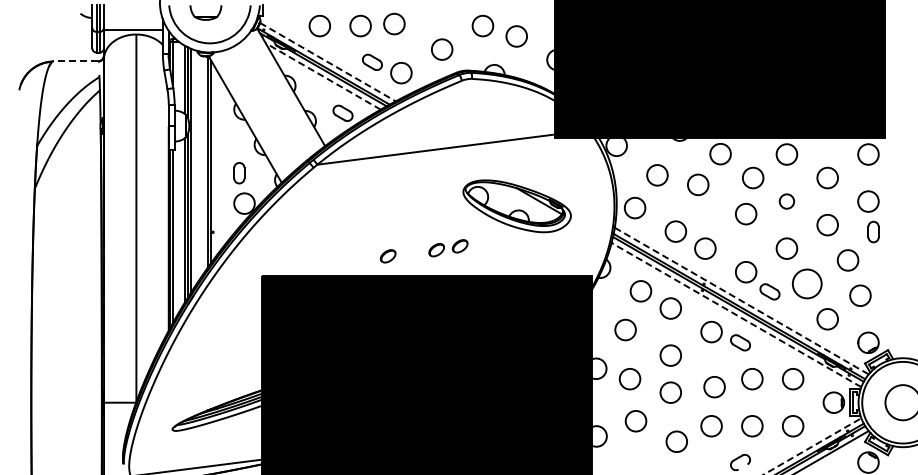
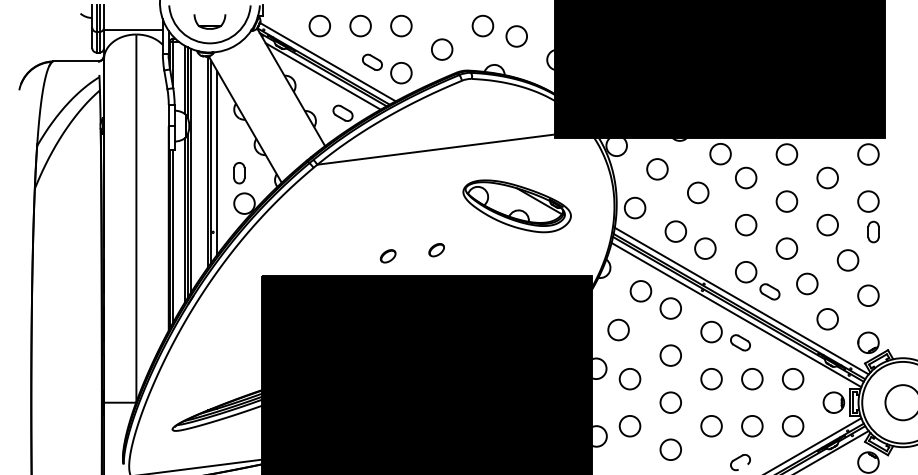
part at (205, 12) position: (205, 12) -> (209, 21)
circle at (394, 23) position: (394, 23) -> (401, 25)
line at (75, 61): dashed -> solid
line at (328, 62): dashed -> solid
line at (322, 76): dashed -> solid
line at (217, 162): none -> present
circle at (657, 175) position: (657, 175) -> (657, 169)
circle at (753, 177) position: (753, 177) -> (746, 177)
circle at (698, 184) position: (698, 184) -> (698, 192)
circle at (786, 201) size: 17x17 px -> 24x23 px
circle at (746, 214) position: (746, 214) -> (746, 225)
part at (459, 246): present -> none
circle at (807, 283) size: 31x32 px -> 23x24 px
circle at (860, 295) position: (860, 295) -> (868, 295)
line at (741, 301): dashed -> solid
line at (736, 314): dashed -> solid
circle at (625, 329) position: (625, 329) -> (618, 329)
circle at (714, 387) position: (714, 387) -> (711, 379)
circle at (670, 392) position: (670, 392) -> (670, 402)
circle at (635, 421) position: (635, 421) -> (629, 426)
circle at (676, 441) position: (676, 441) -> (670, 449)
line at (812, 446): dashed -> solid
